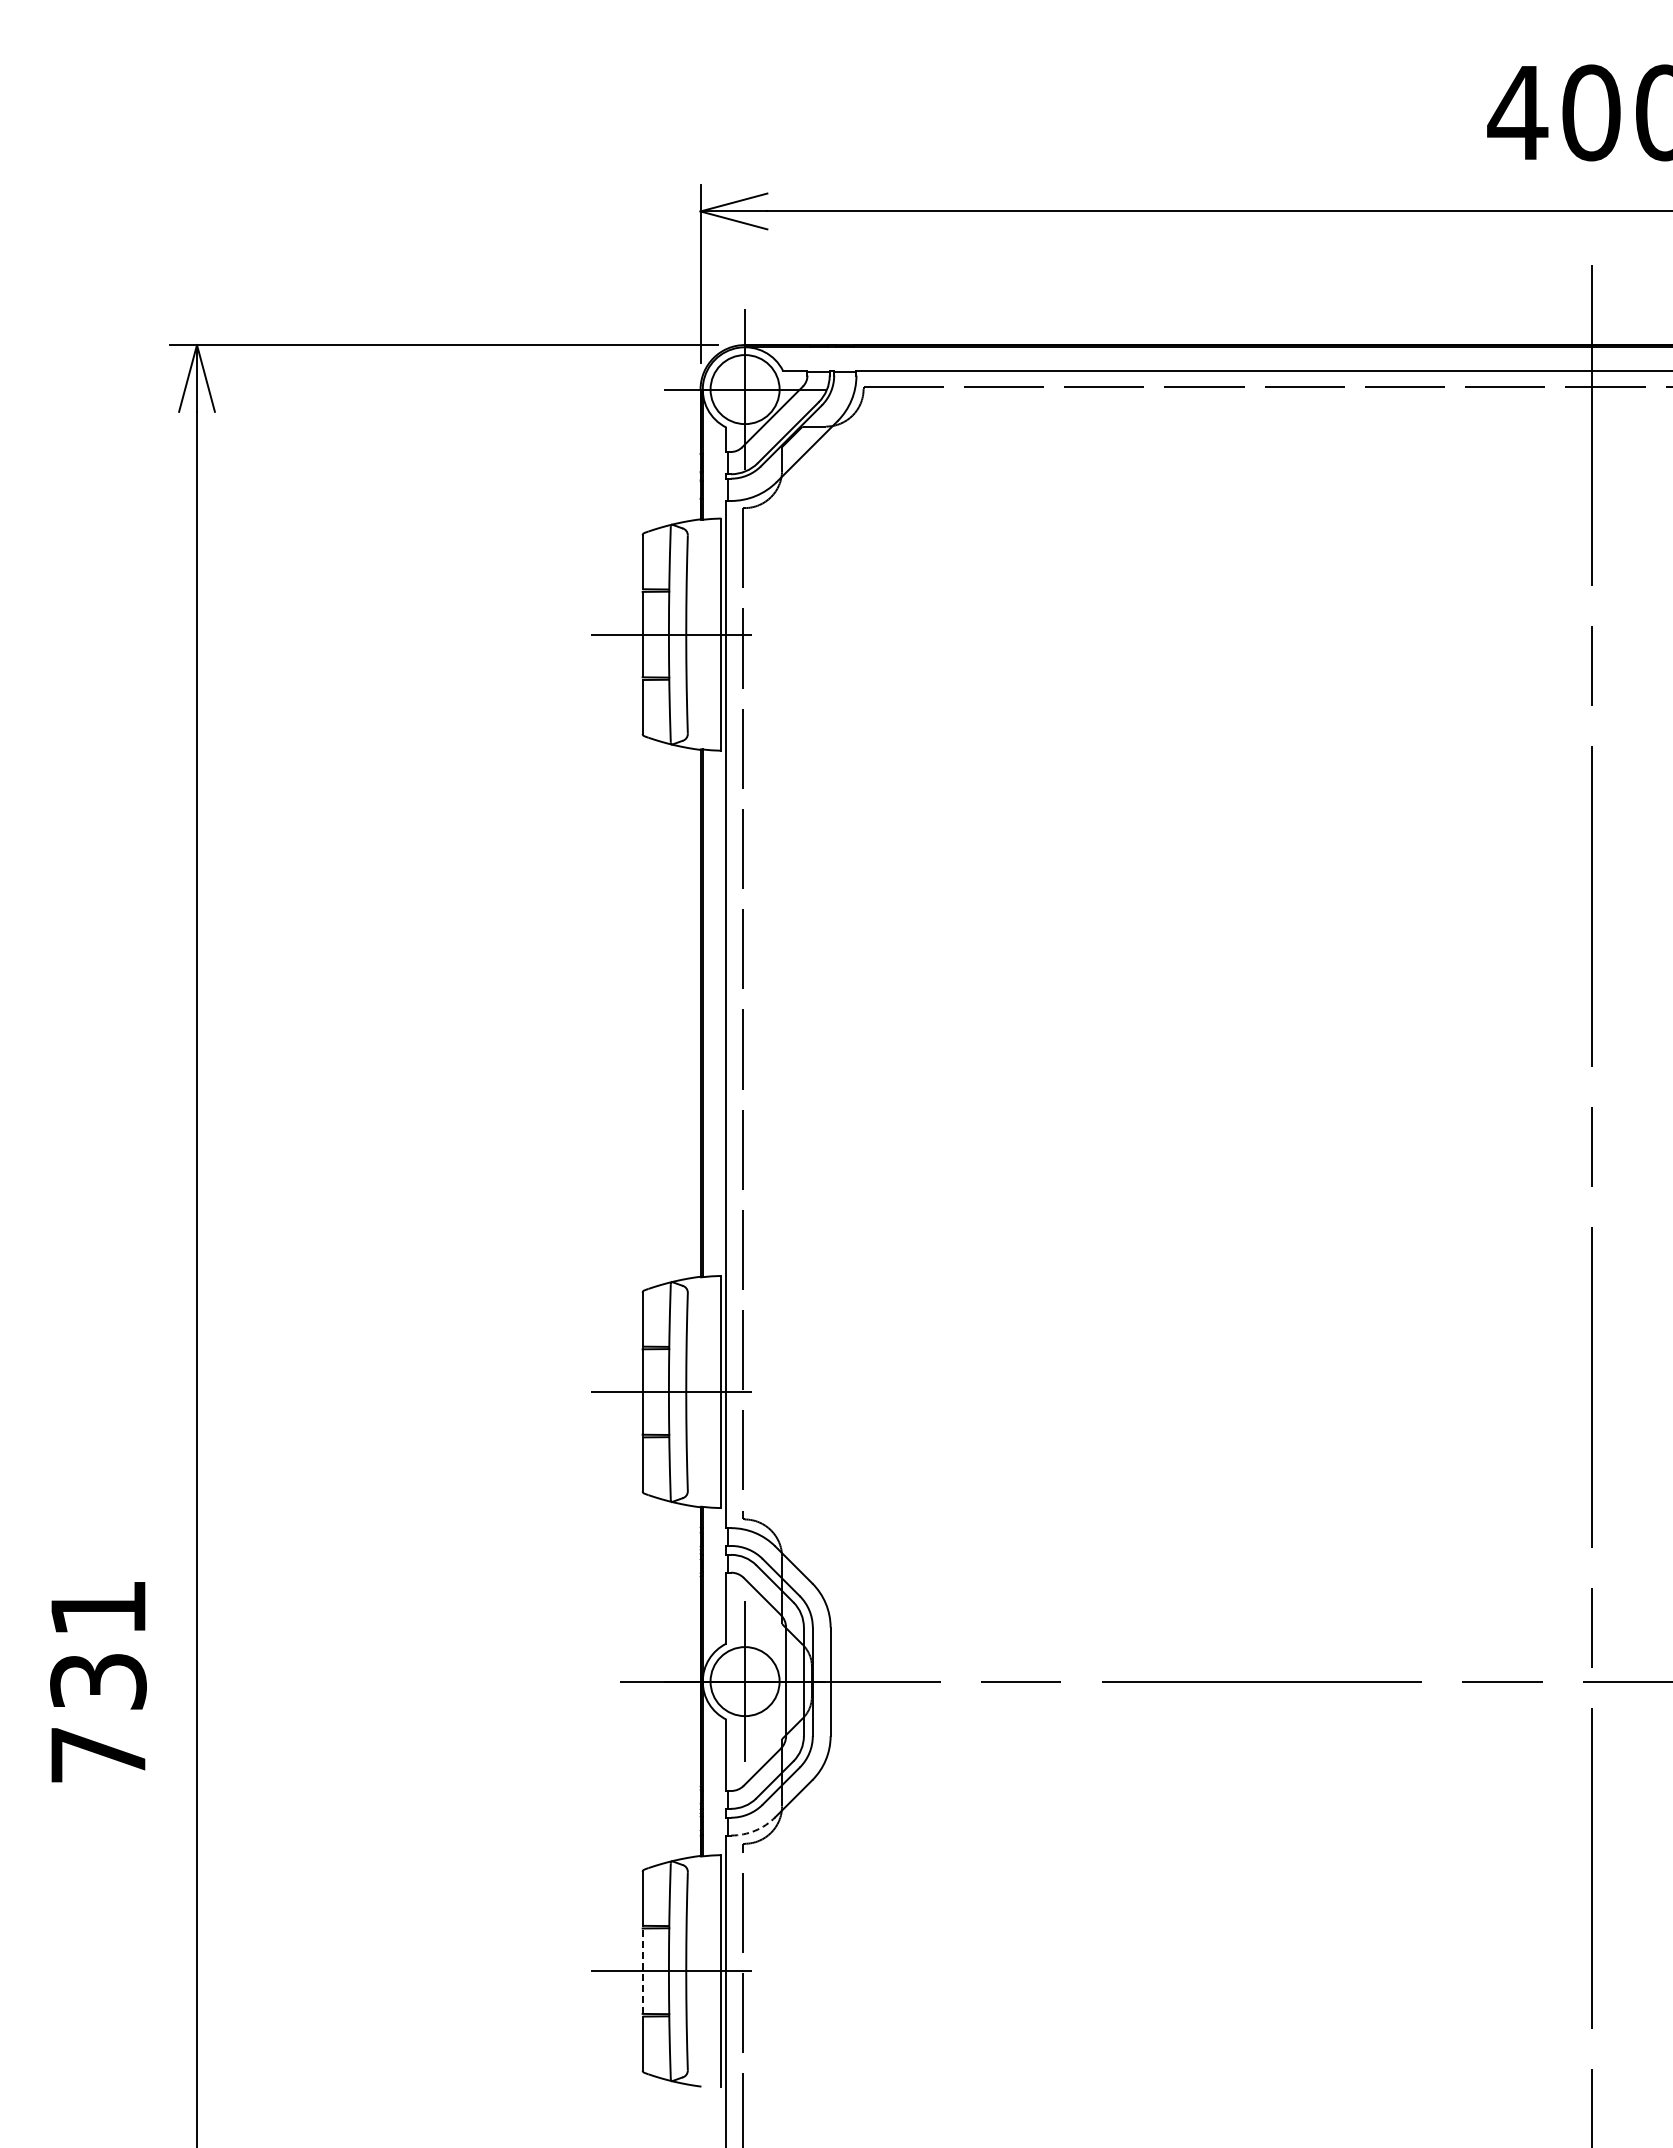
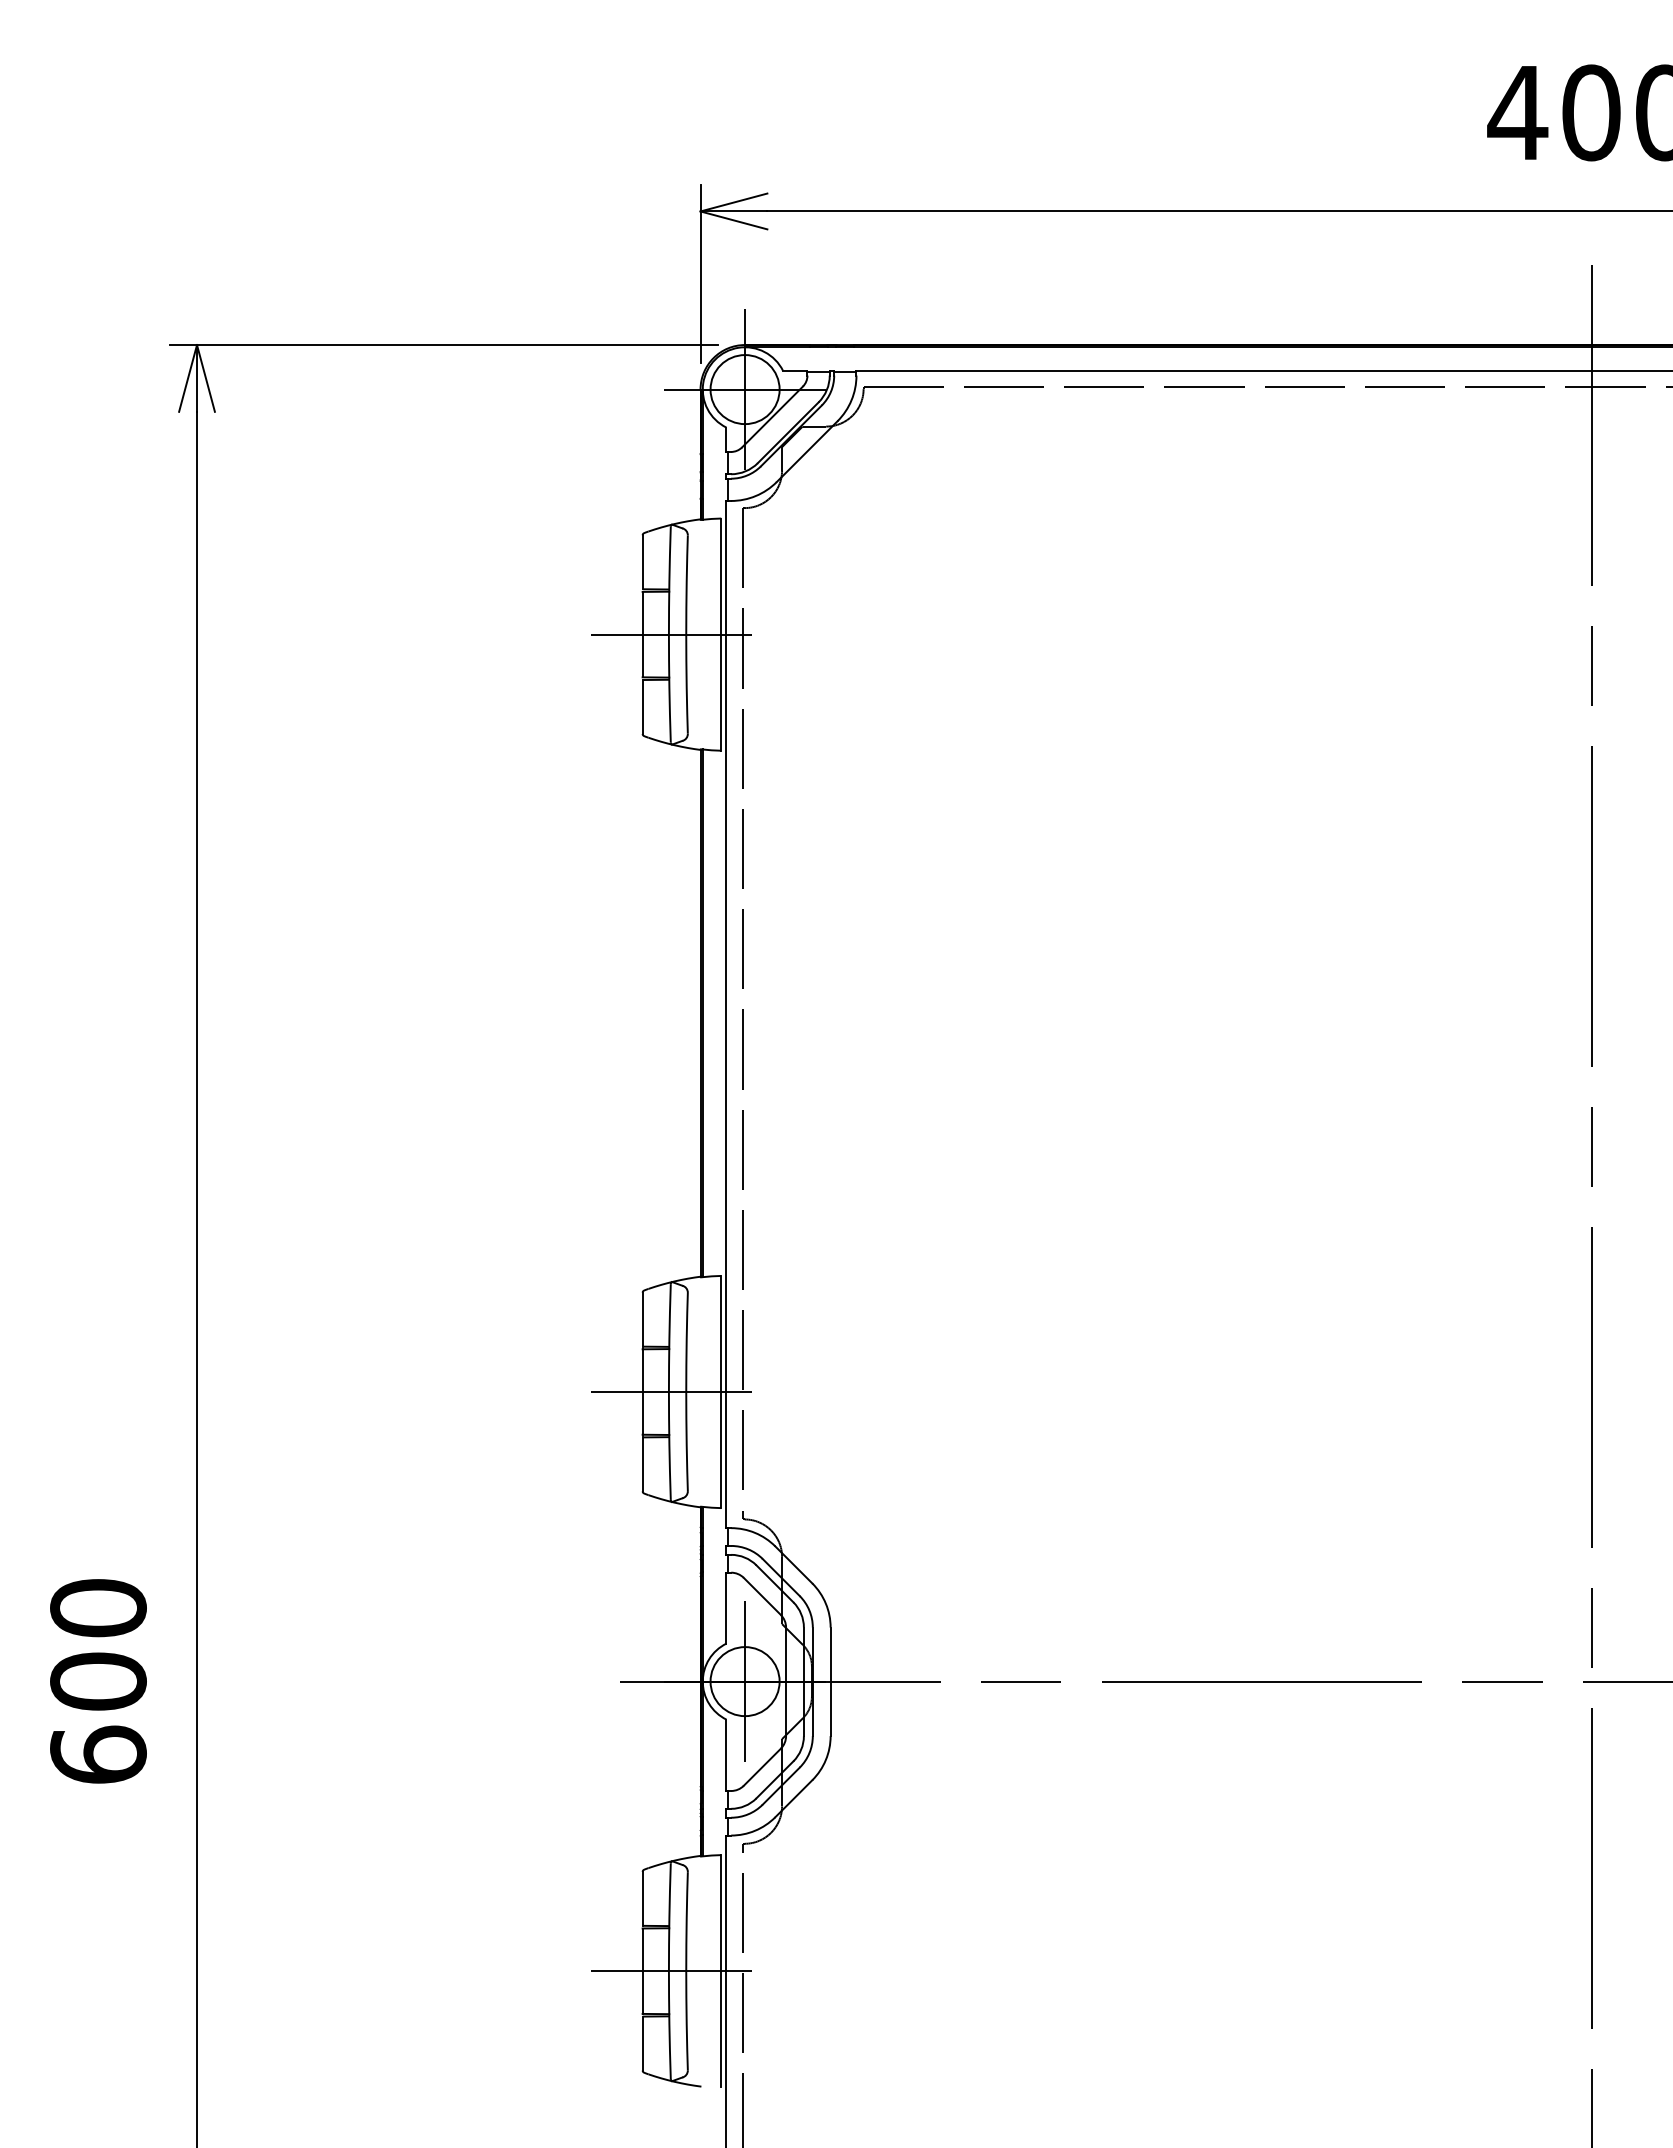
text at (98, 1681): 731 -> 600
arc at (755, 1830): dashed -> solid
line at (642, 1971): dashed -> solid
